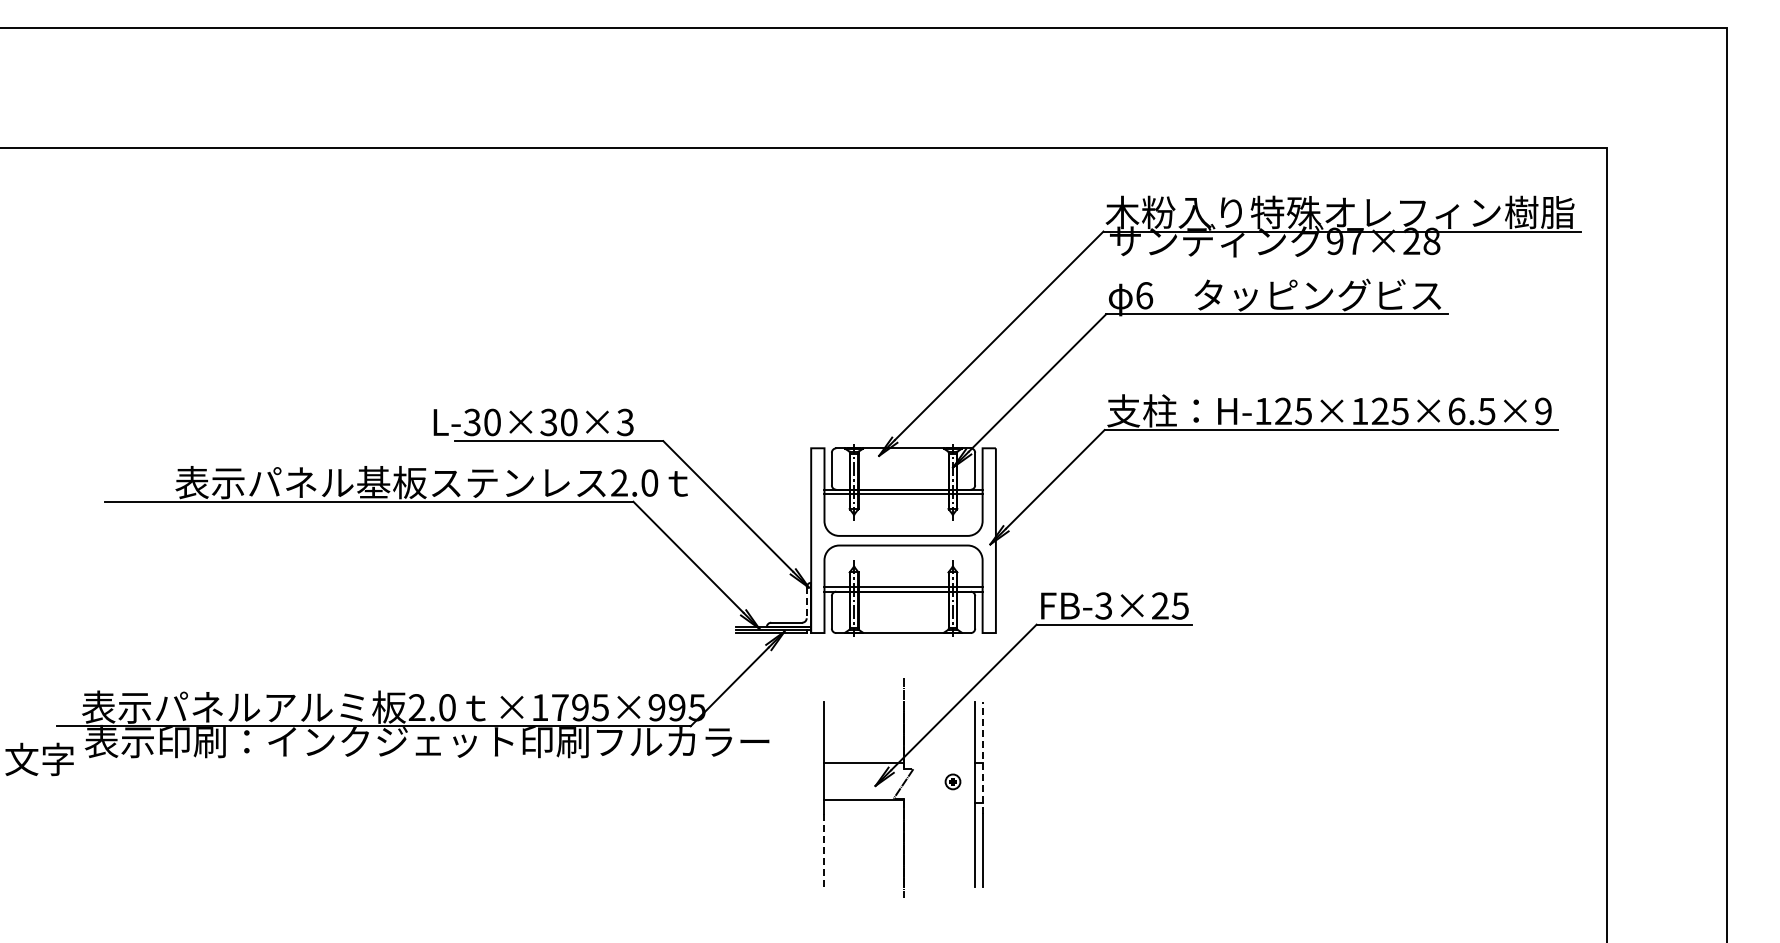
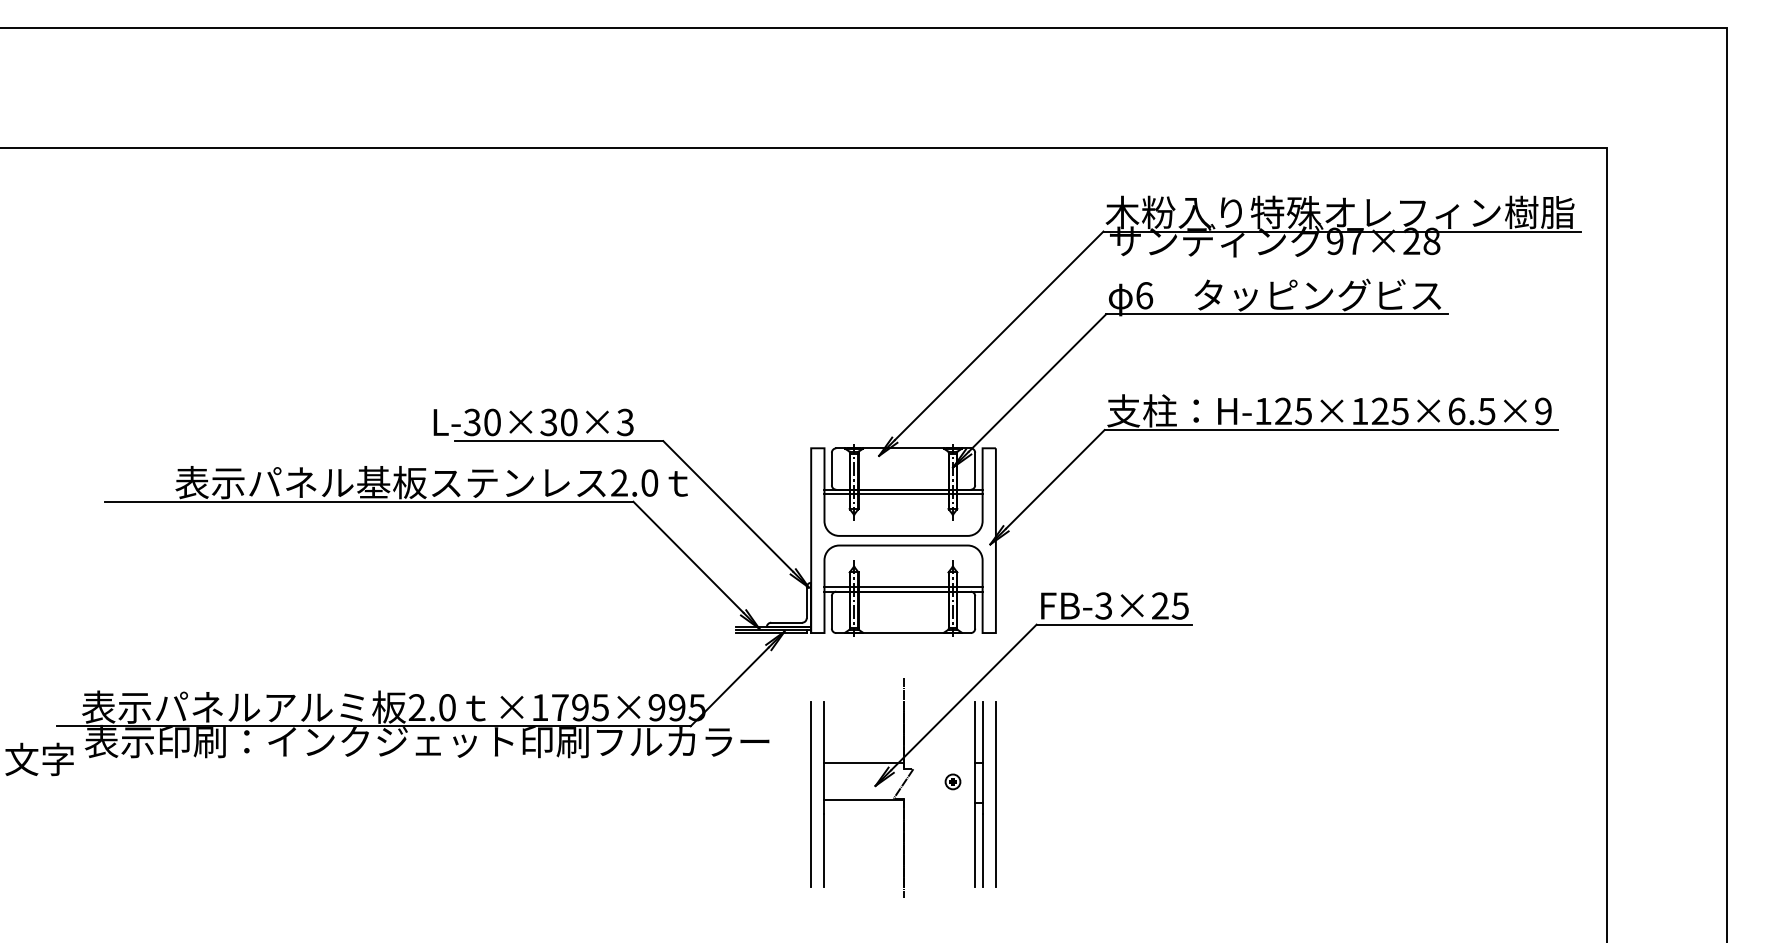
line at (806, 602): dashed -> solid
line at (982, 758): dashed -> solid
line at (810, 794): none -> present
line at (995, 794): none -> present
line at (824, 851): dashed -> solid
